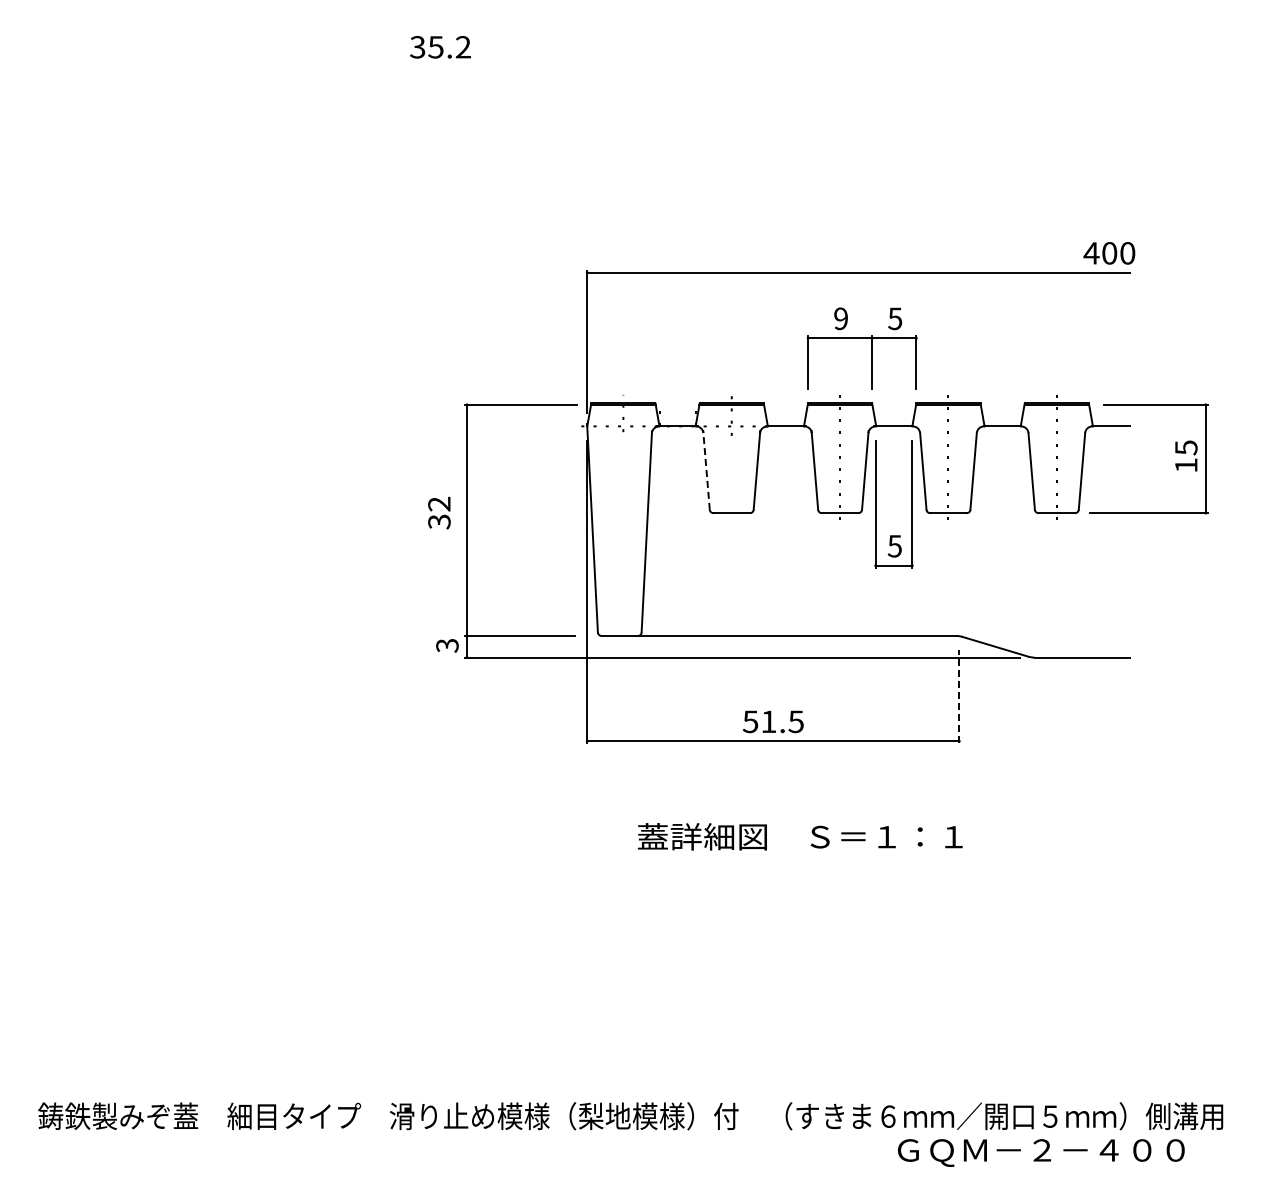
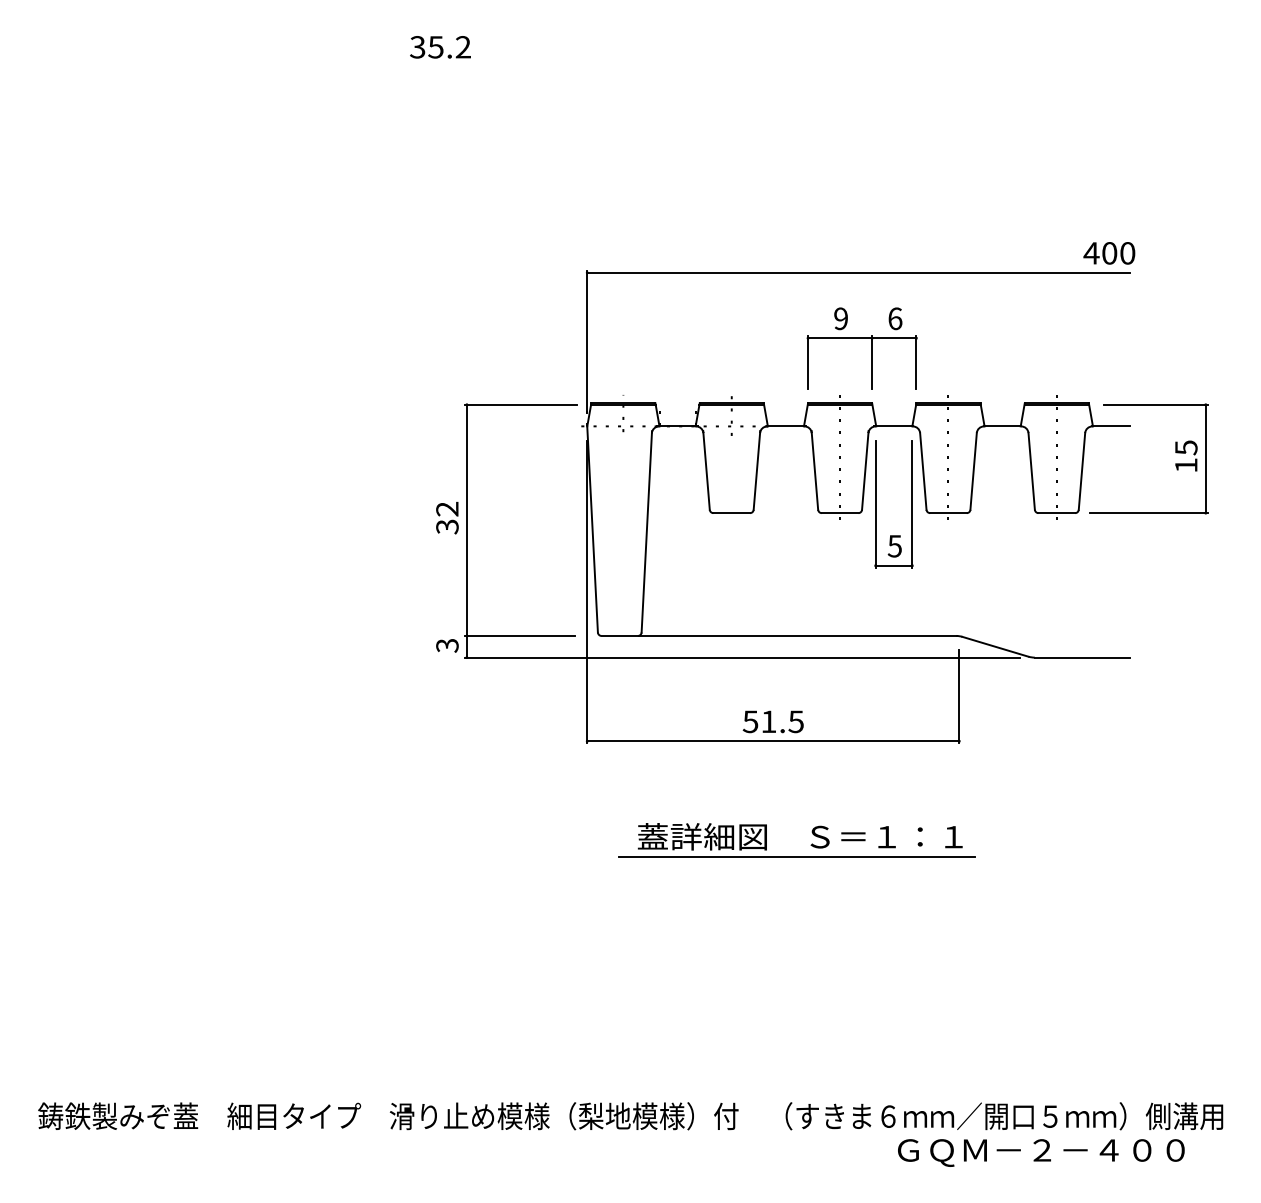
text at (895, 318): 5 -> 6
line at (706, 471): dashed -> solid
text at (439, 513) position: (439, 513) -> (447, 518)
line at (959, 696): dashed -> solid
line at (796, 856): none -> present
